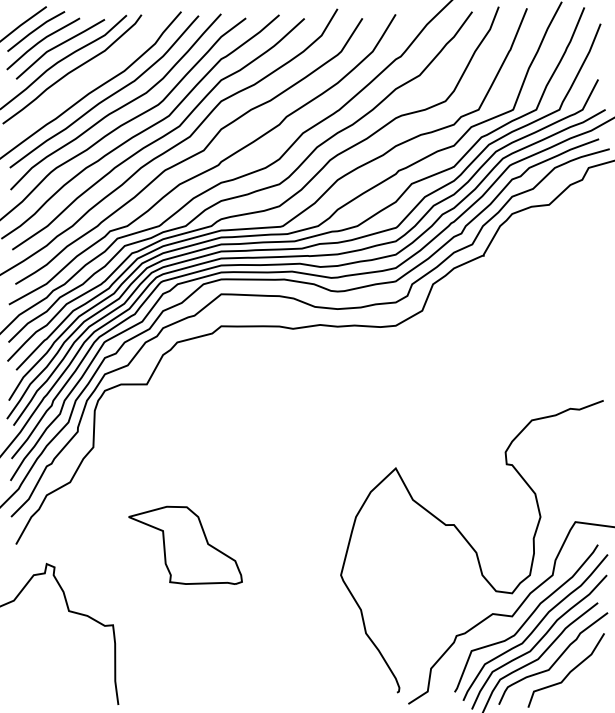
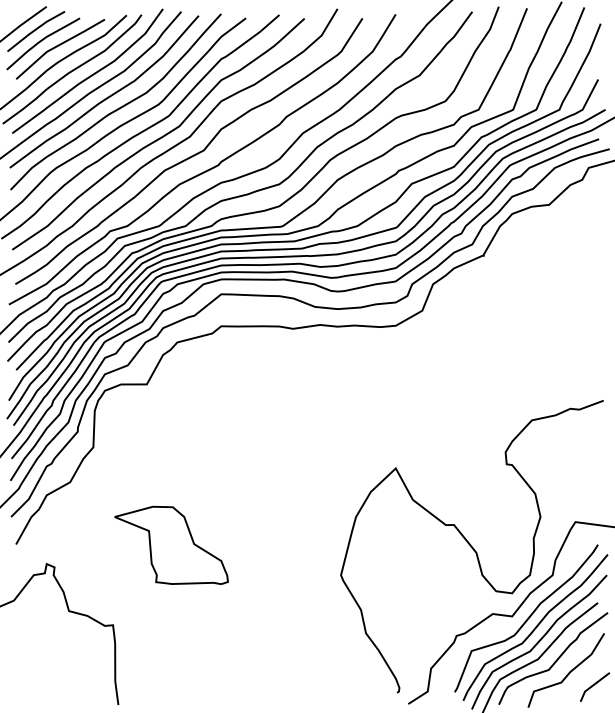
curve at (91, 74): none -> present
part at (185, 544) position: (185, 544) -> (171, 544)
line at (594, 685): none -> present
